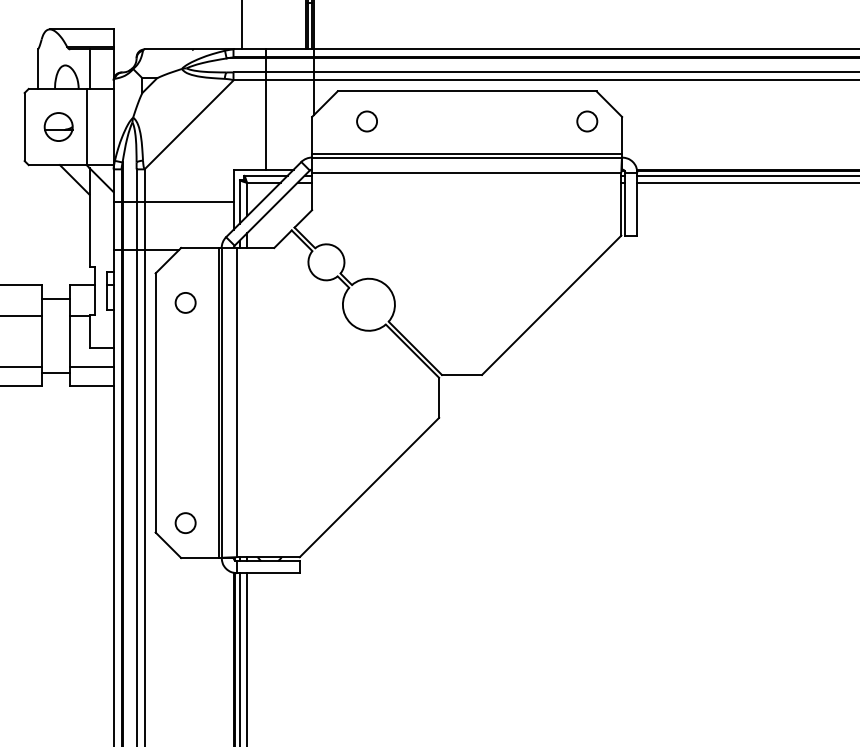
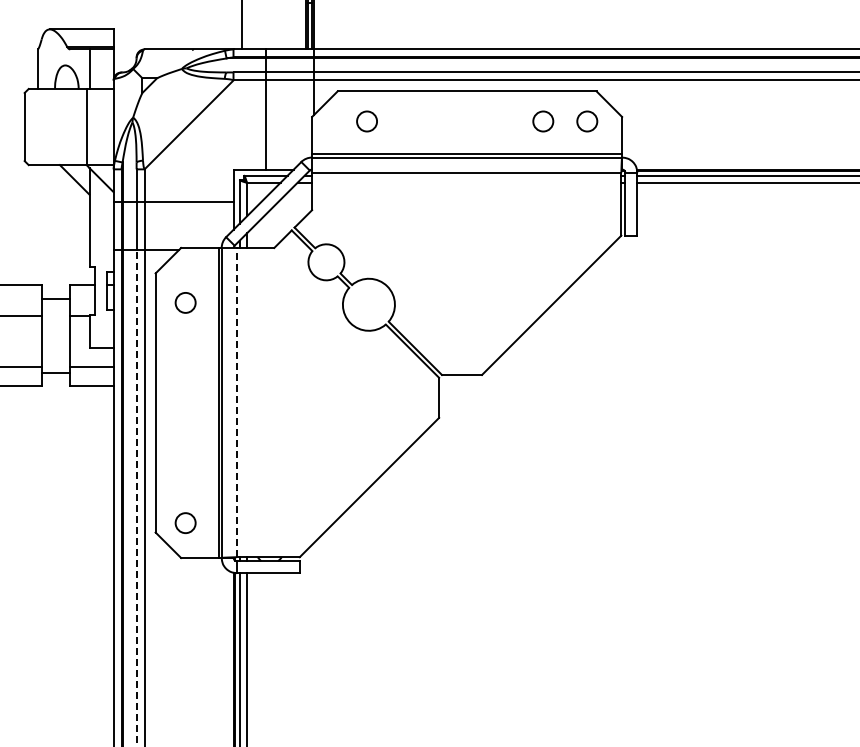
circle at (543, 121): none -> present
part at (58, 126): present -> none
line at (236, 402): solid -> dashed
line at (136, 497): solid -> dashed
